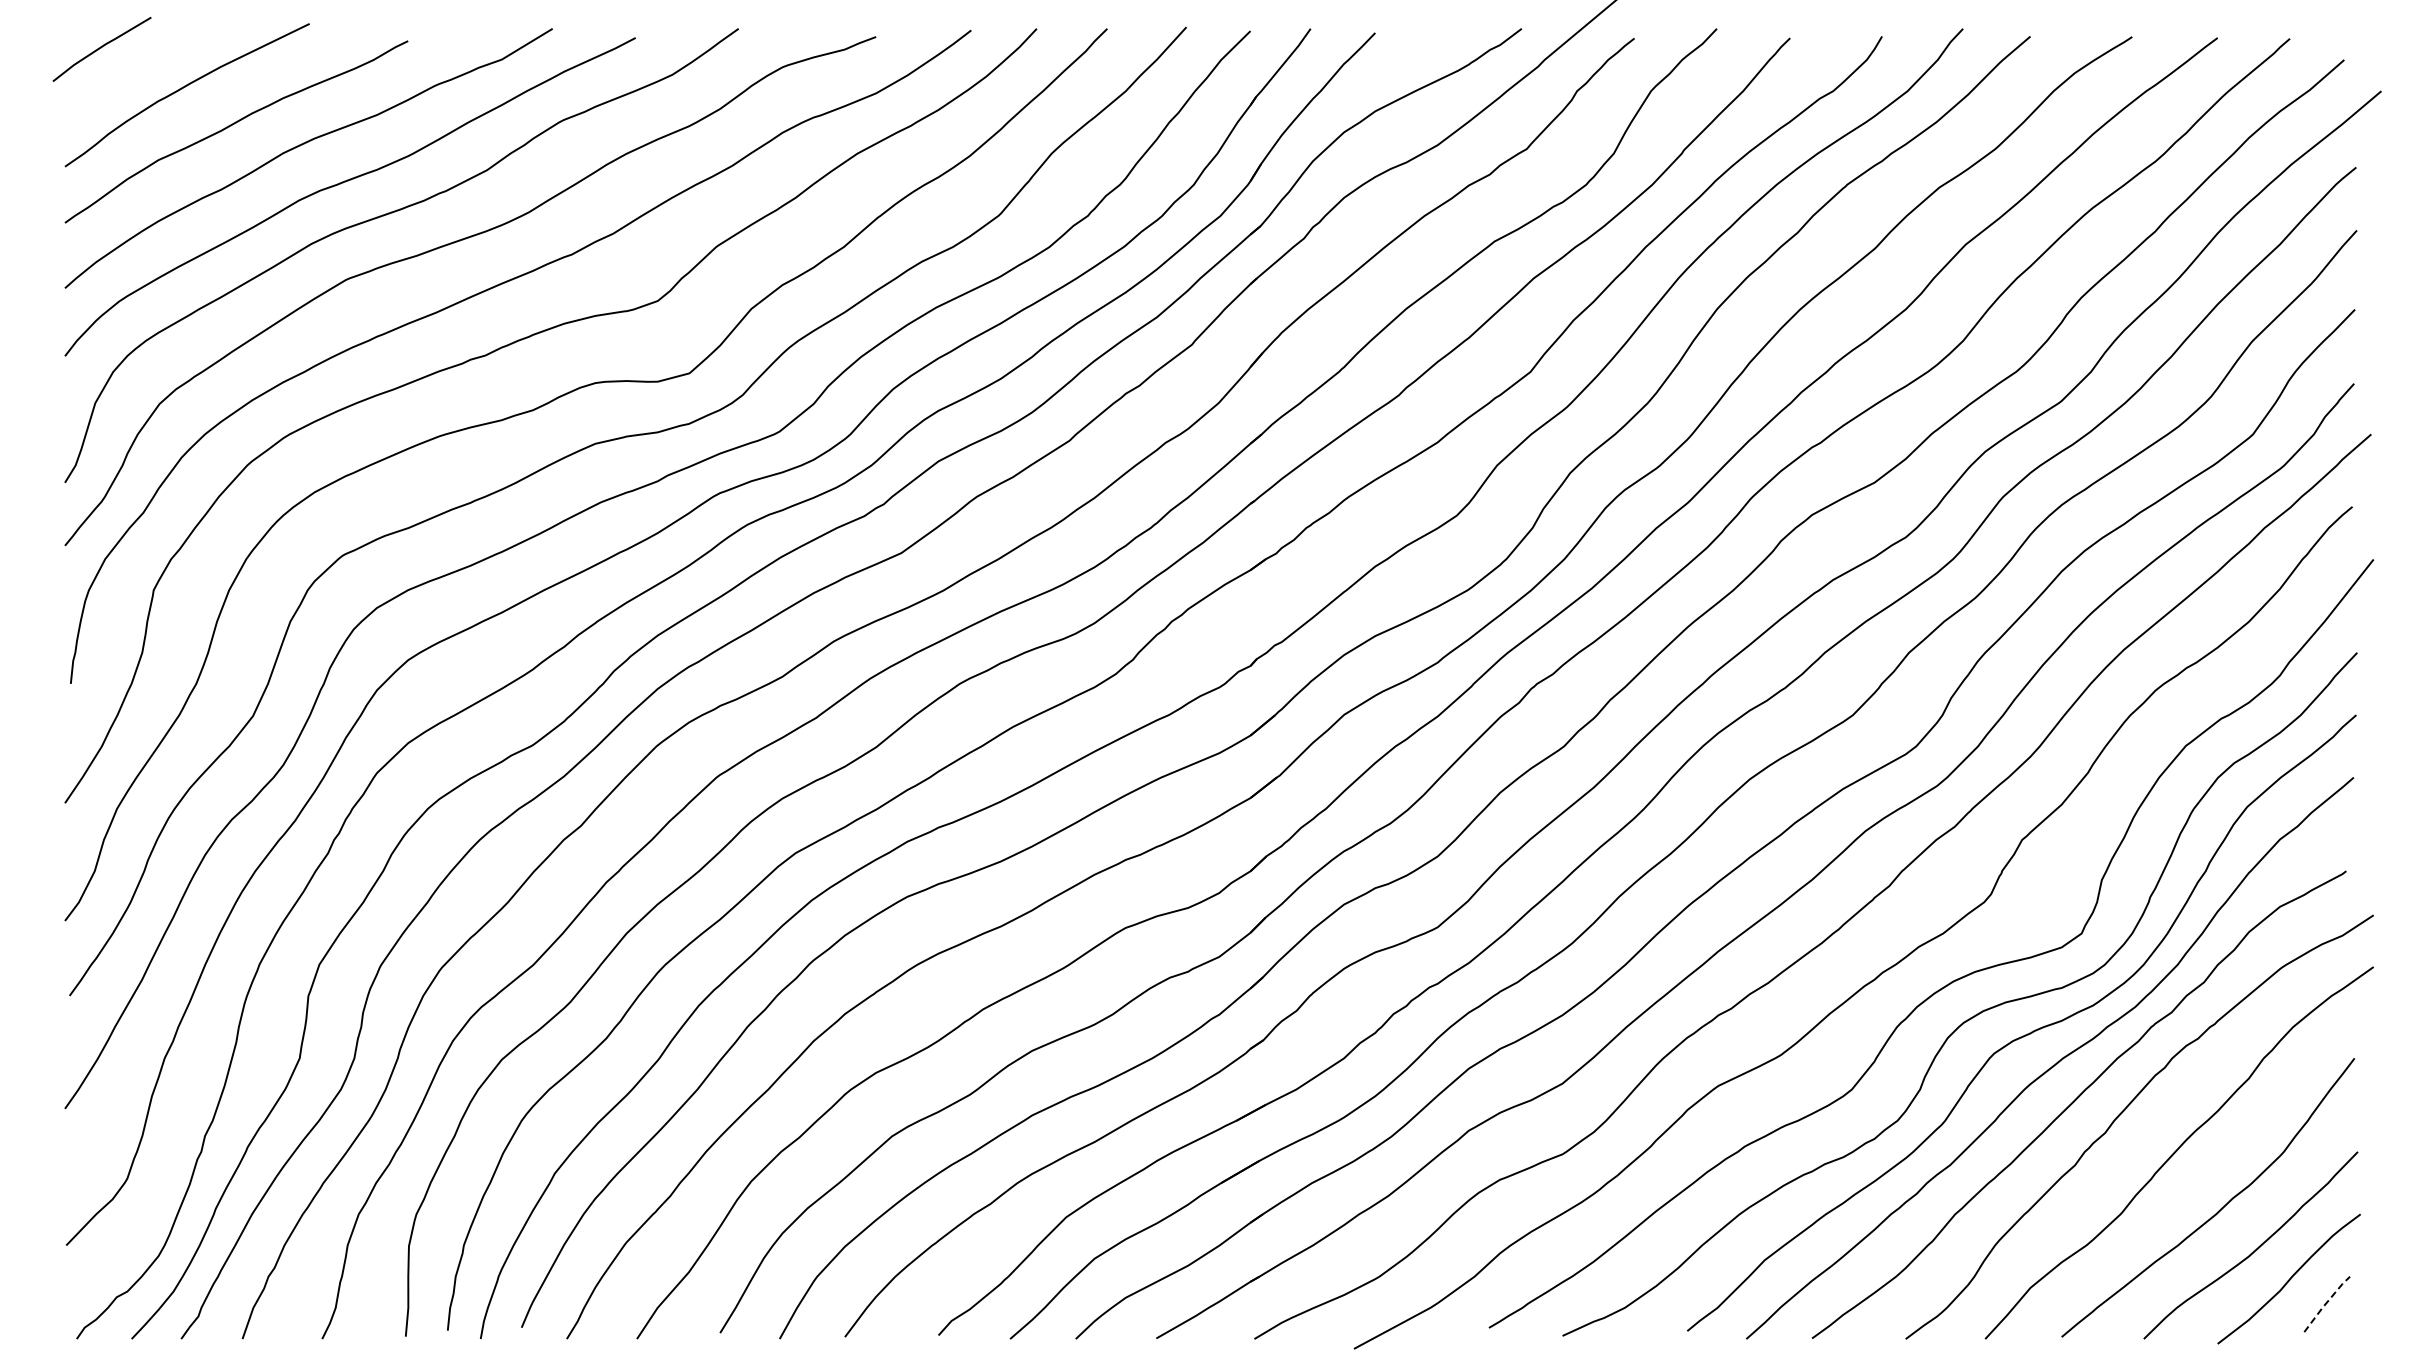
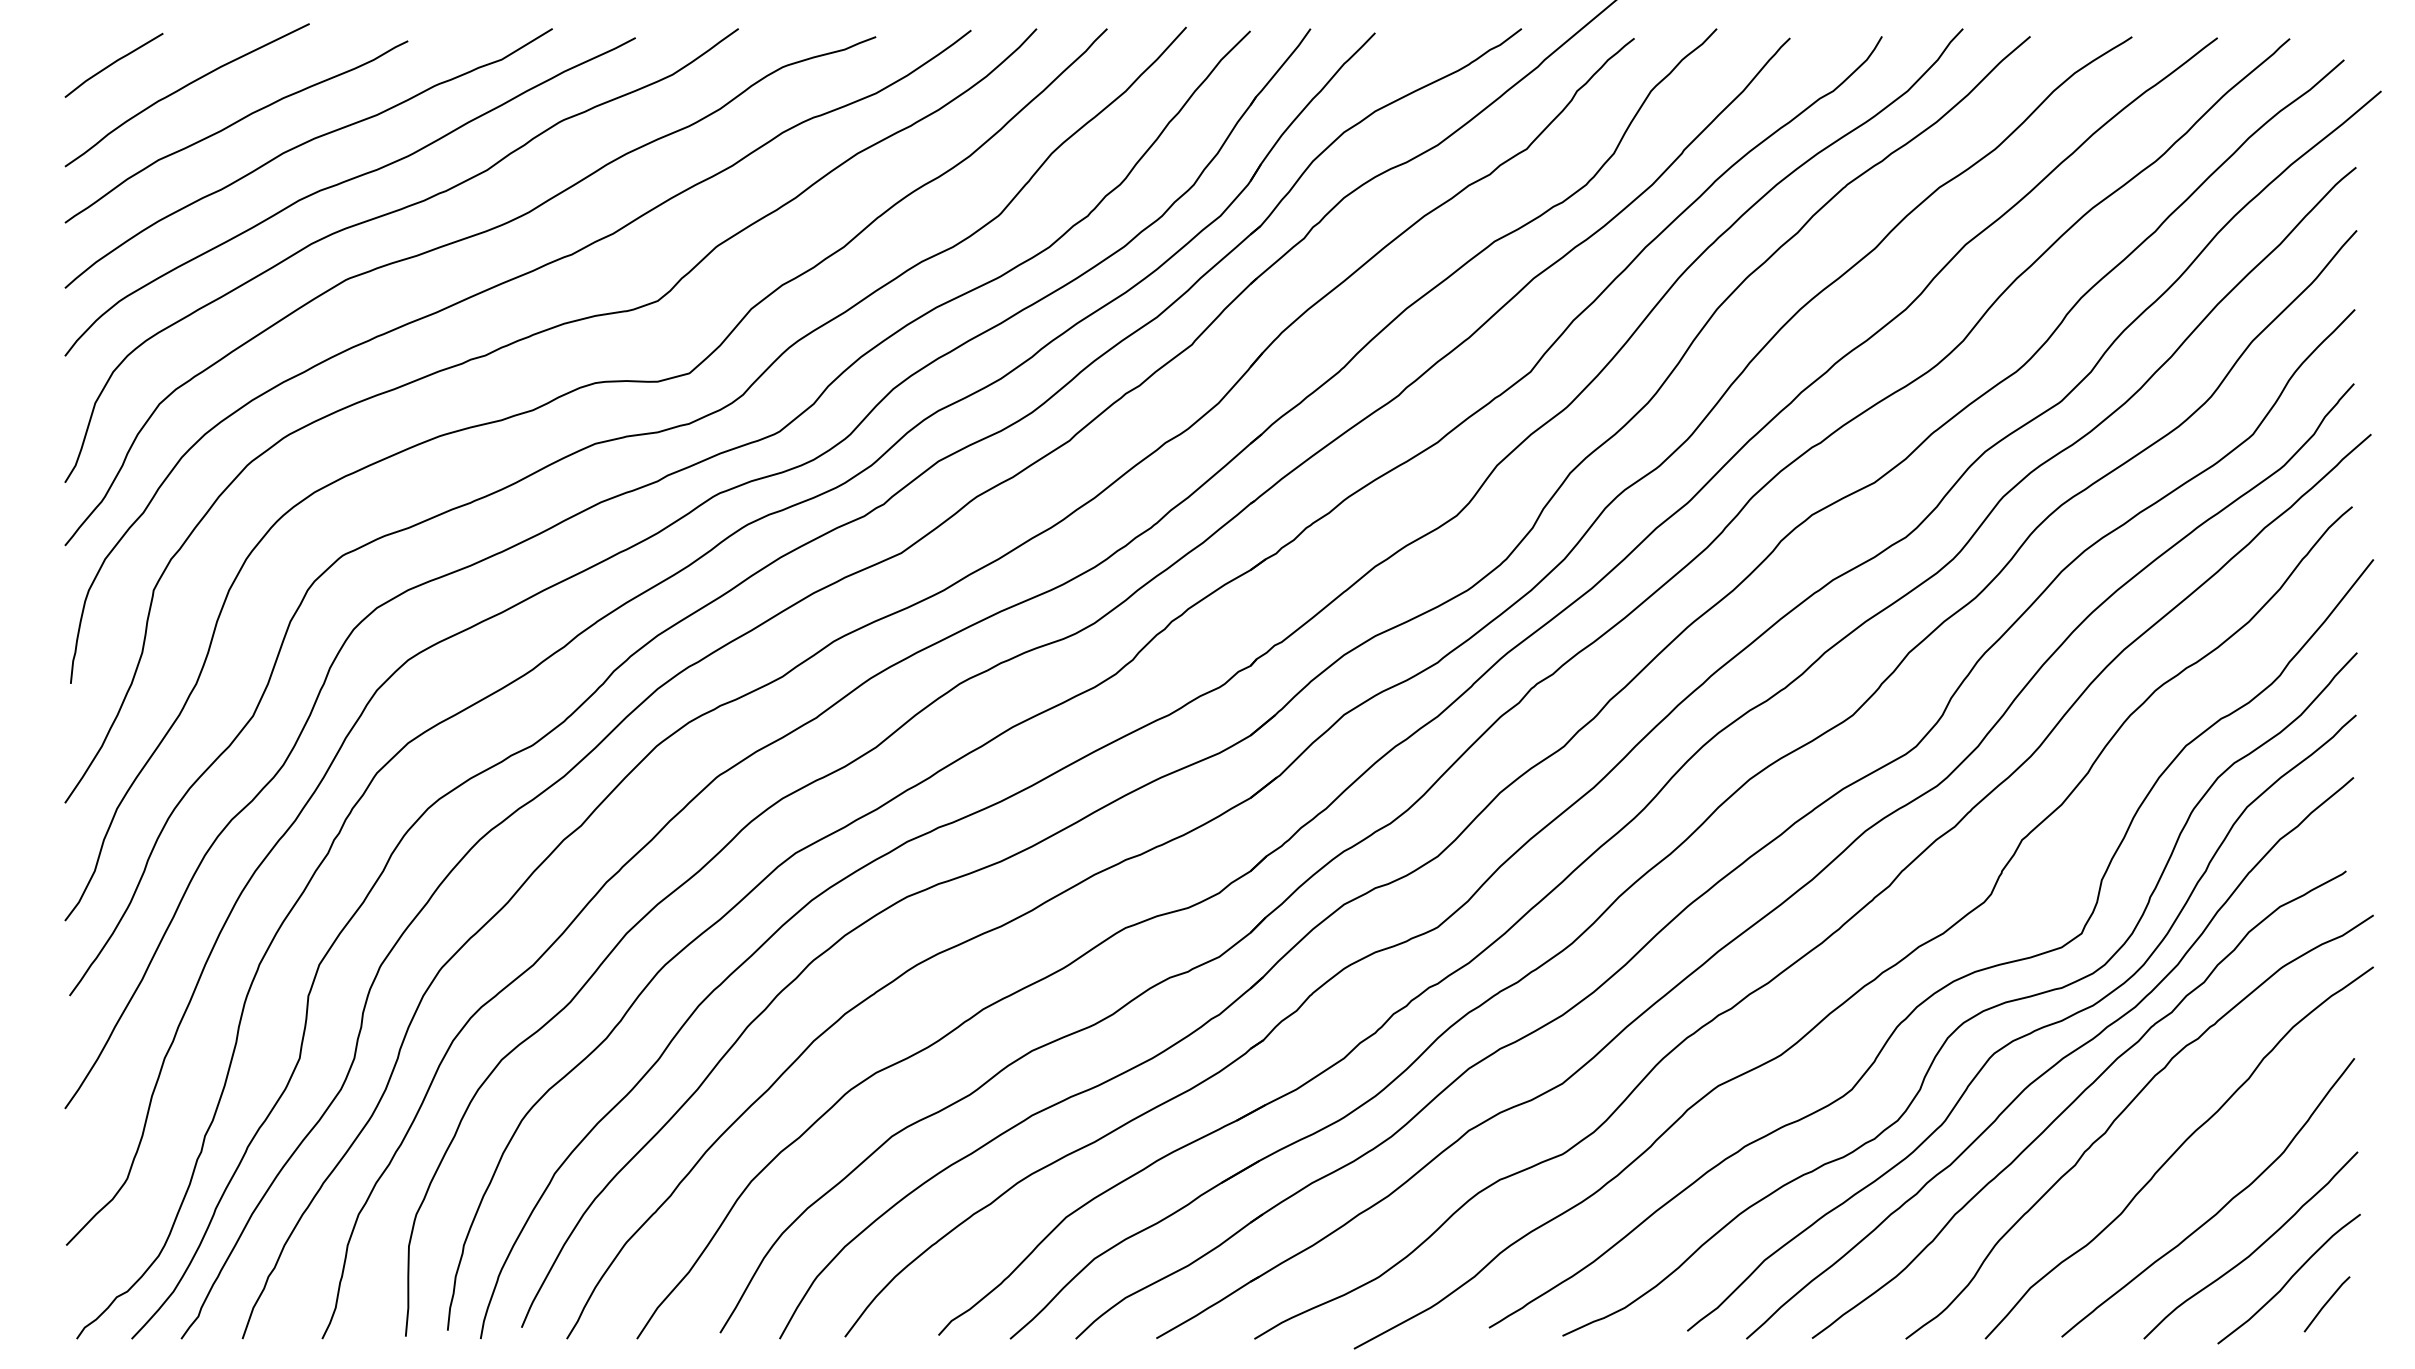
line at (101, 48) position: (101, 48) -> (113, 64)
line at (2326, 1303): dashed -> solid
